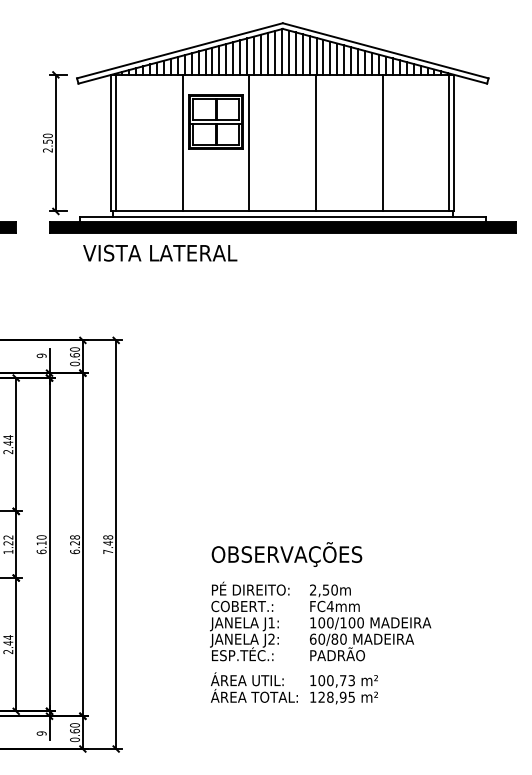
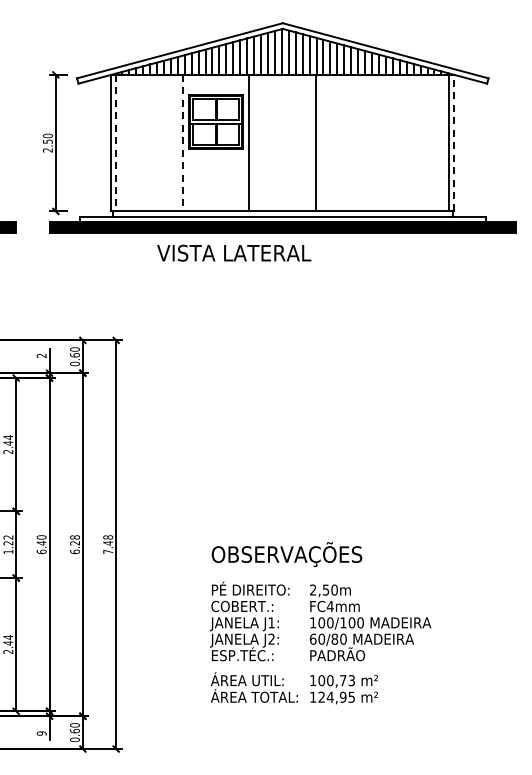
line at (382, 142): present -> none
line at (454, 142): solid -> dashed
line at (116, 143): solid -> dashed
line at (182, 143): solid -> dashed
text at (160, 252) position: (160, 252) -> (234, 252)
text at (41, 355): 9 -> 2
text at (41, 542): 6.10 -> 6.40
text at (329, 696): 128,95 -> 124,95
